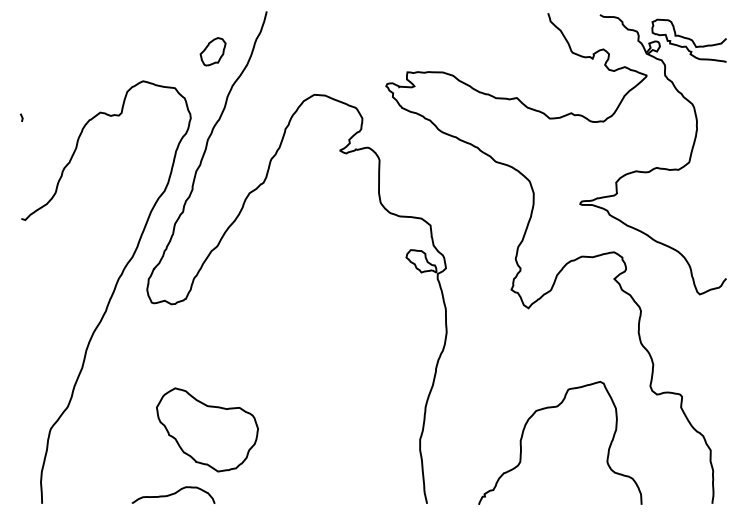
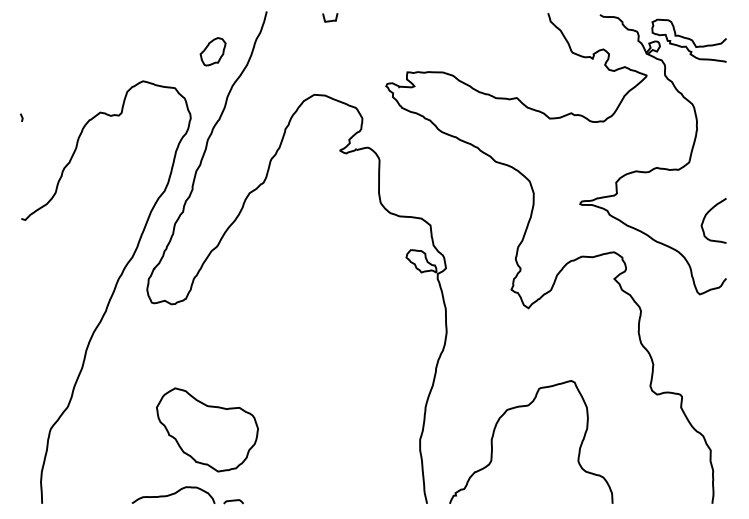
curve at (330, 20): none -> present
curve at (706, 216): none -> present
curve at (557, 407) position: (557, 407) -> (528, 406)
curve at (233, 501): none -> present
